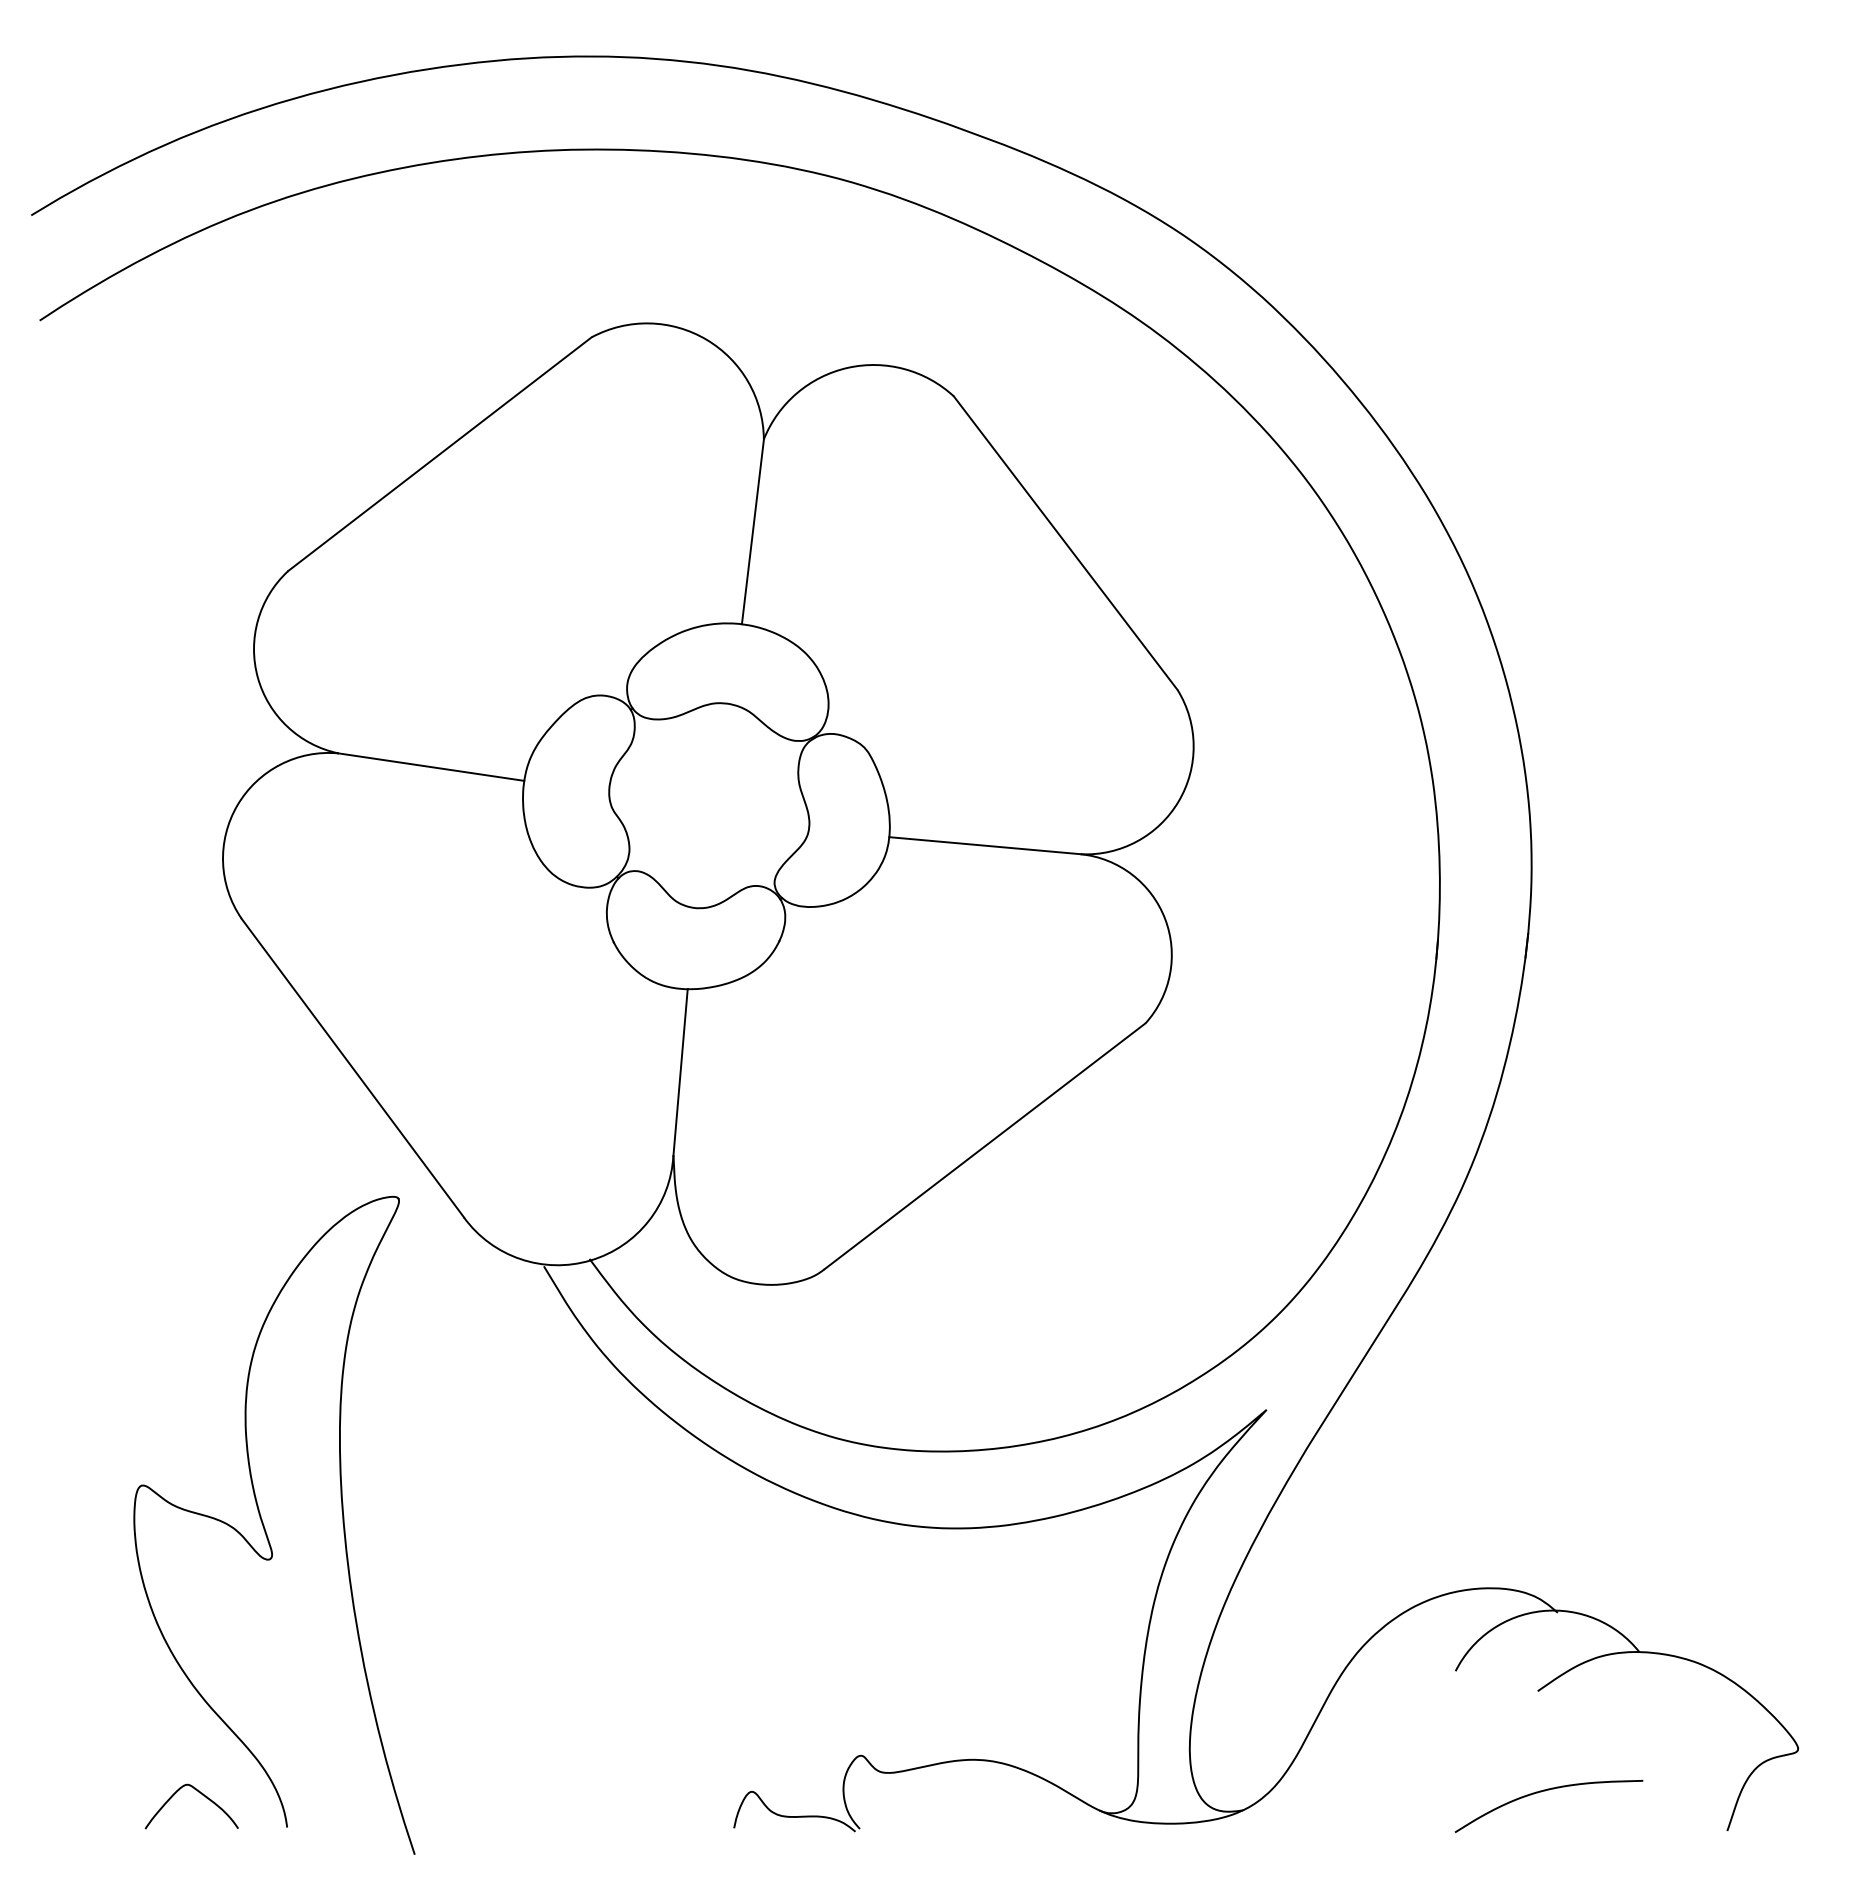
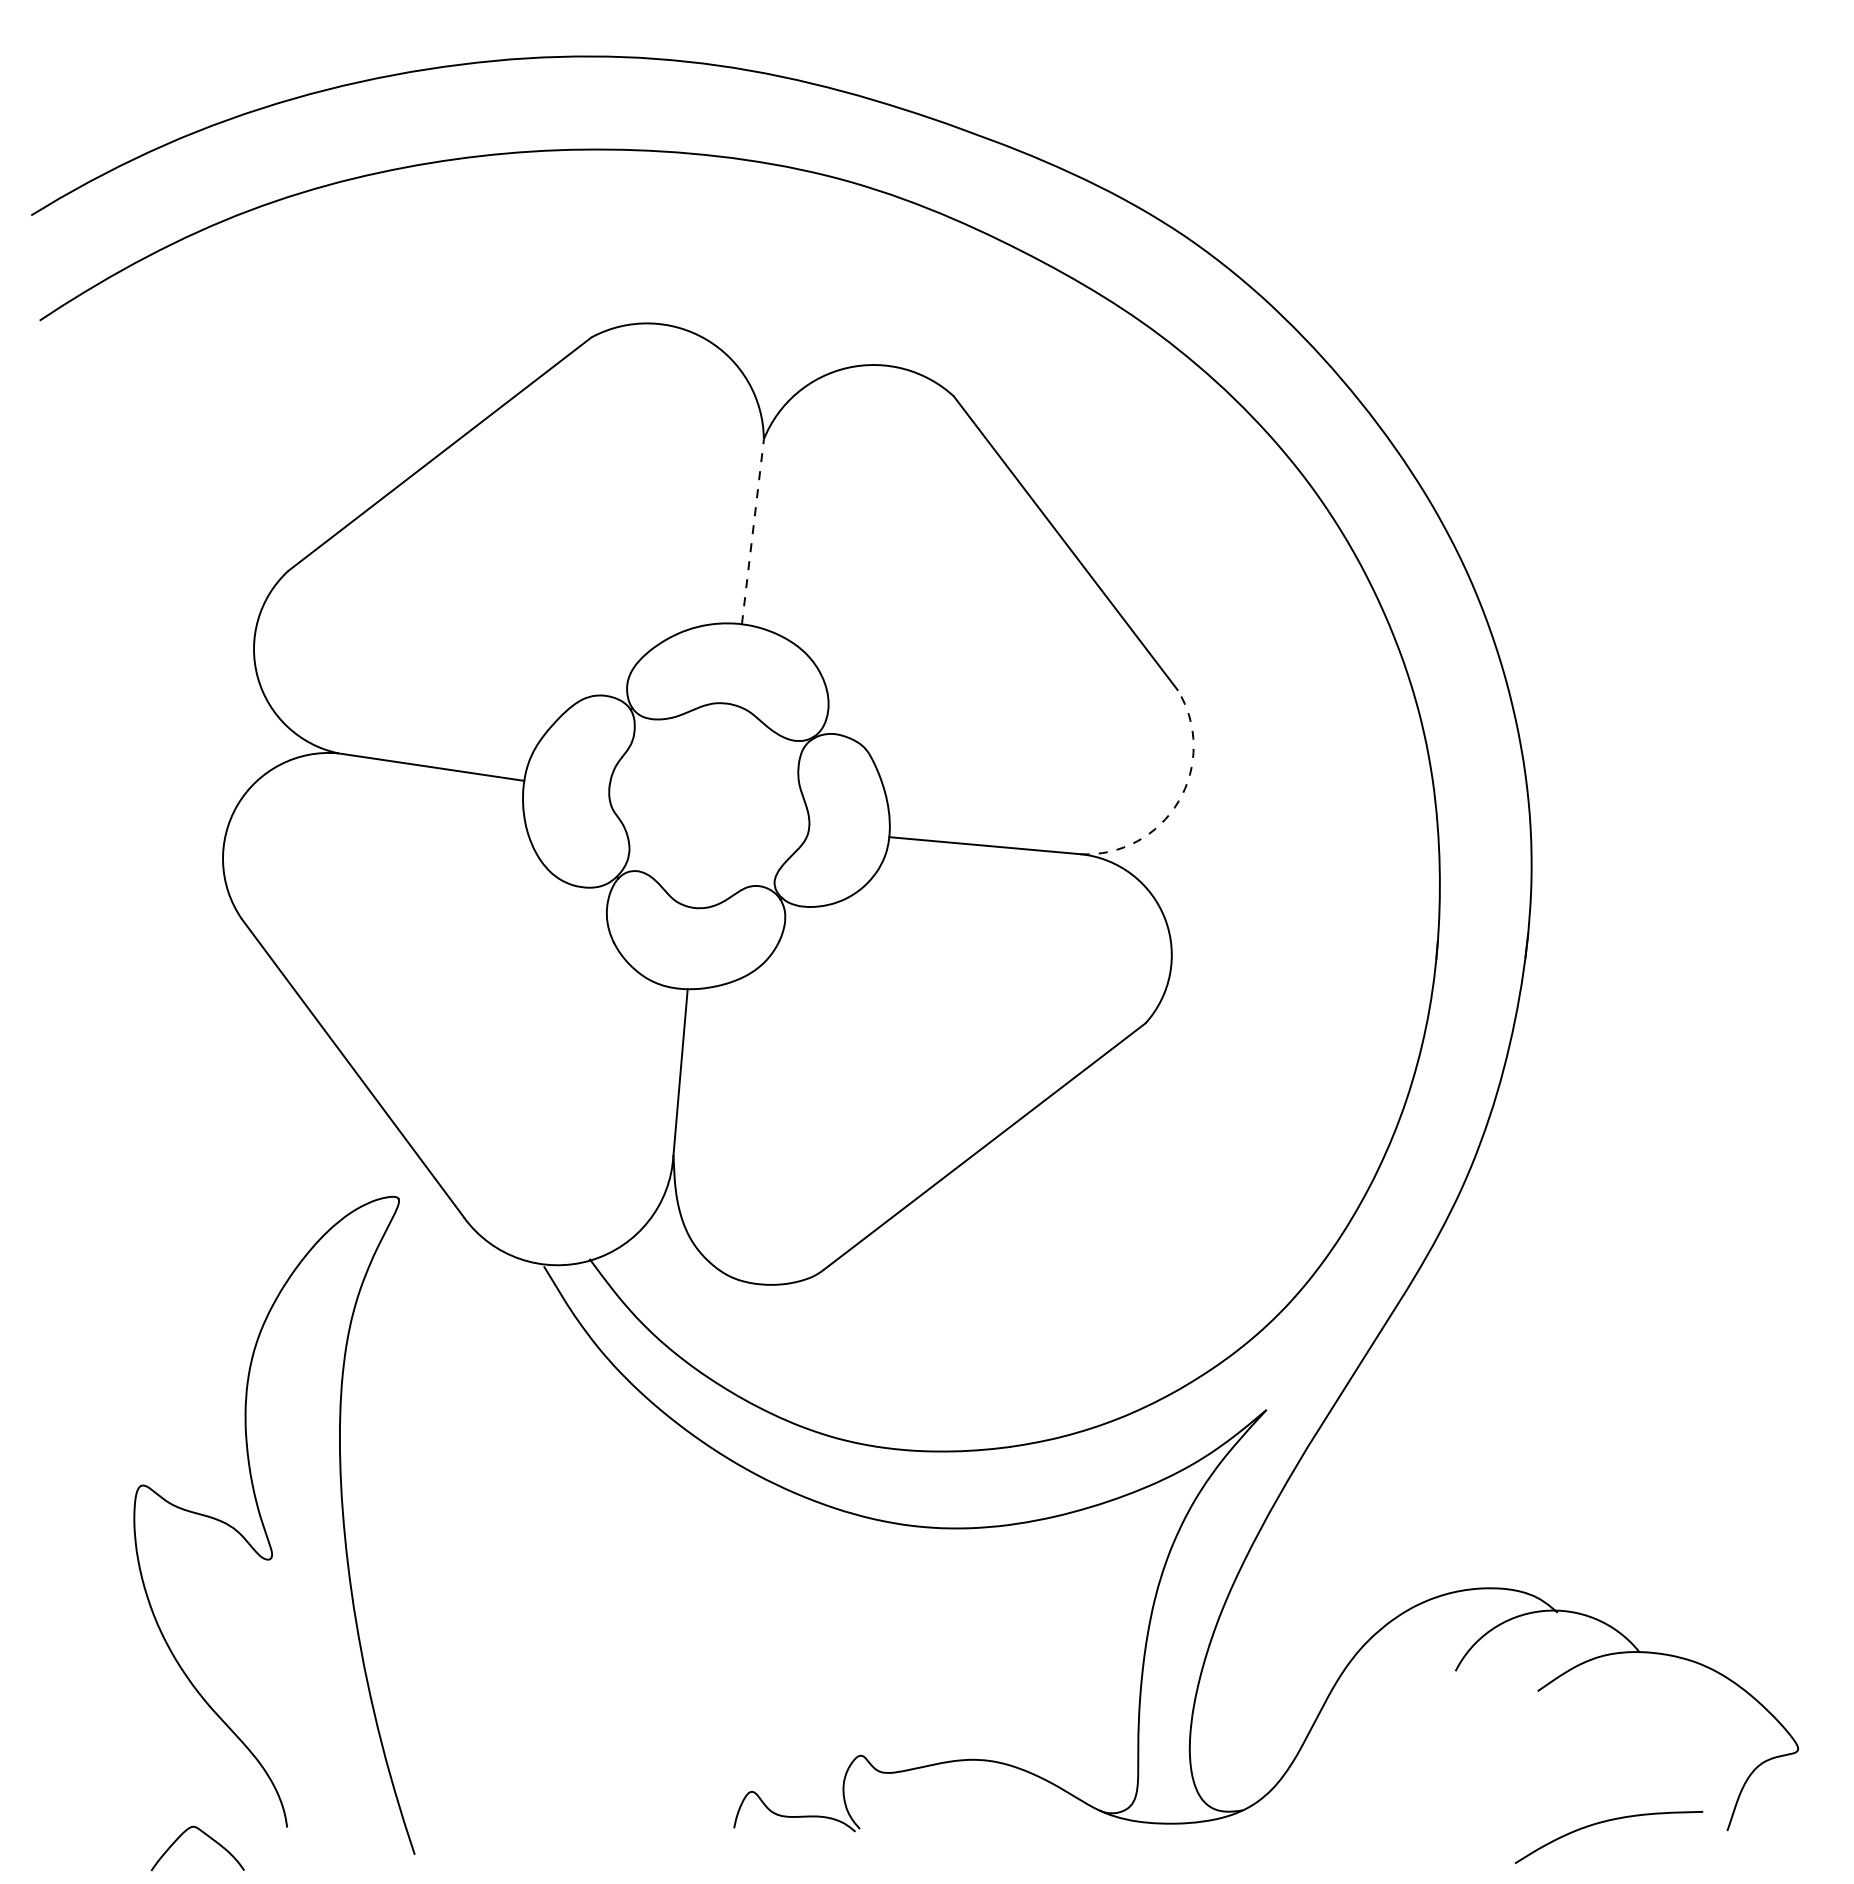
line at (753, 531): solid -> dashed
arc at (1178, 801): solid -> dashed
curve at (1545, 1791) position: (1545, 1791) -> (1605, 1822)
curve at (199, 1793) position: (199, 1793) -> (205, 1835)
